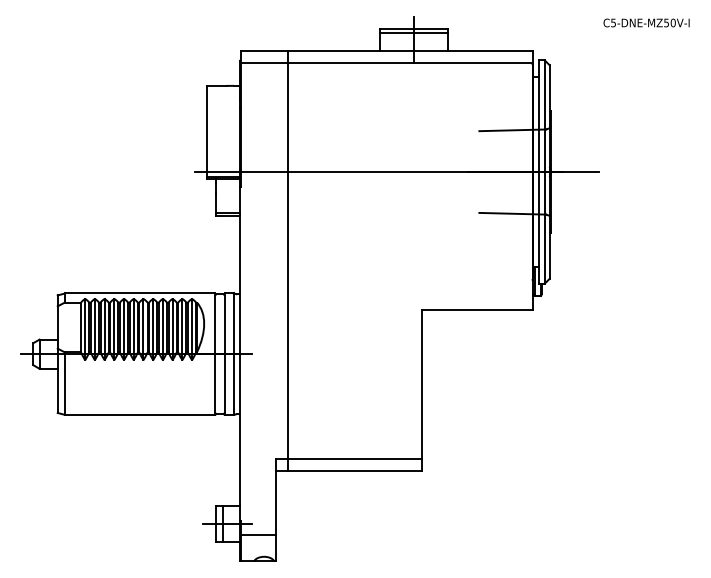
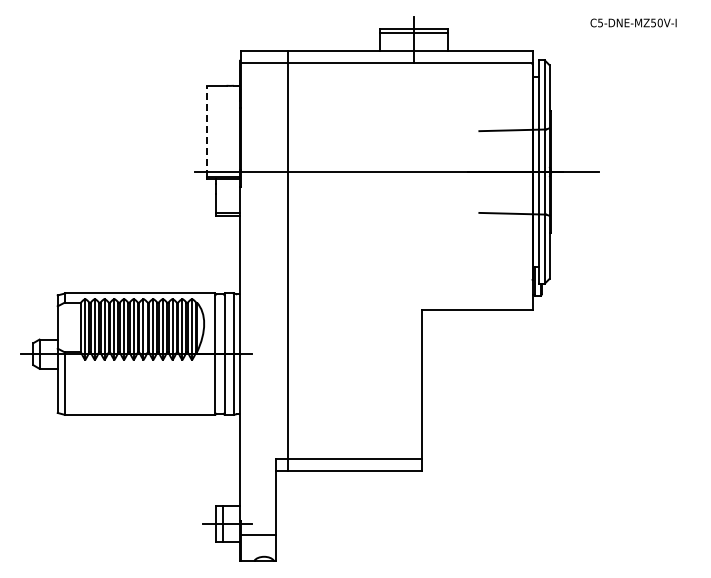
text at (646, 22) position: (646, 22) -> (633, 22)
line at (207, 131): solid -> dashed
